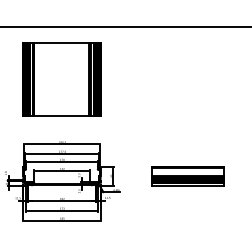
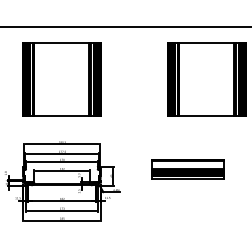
part at (206, 79): none -> present
part at (187, 176) position: (187, 176) -> (187, 169)
